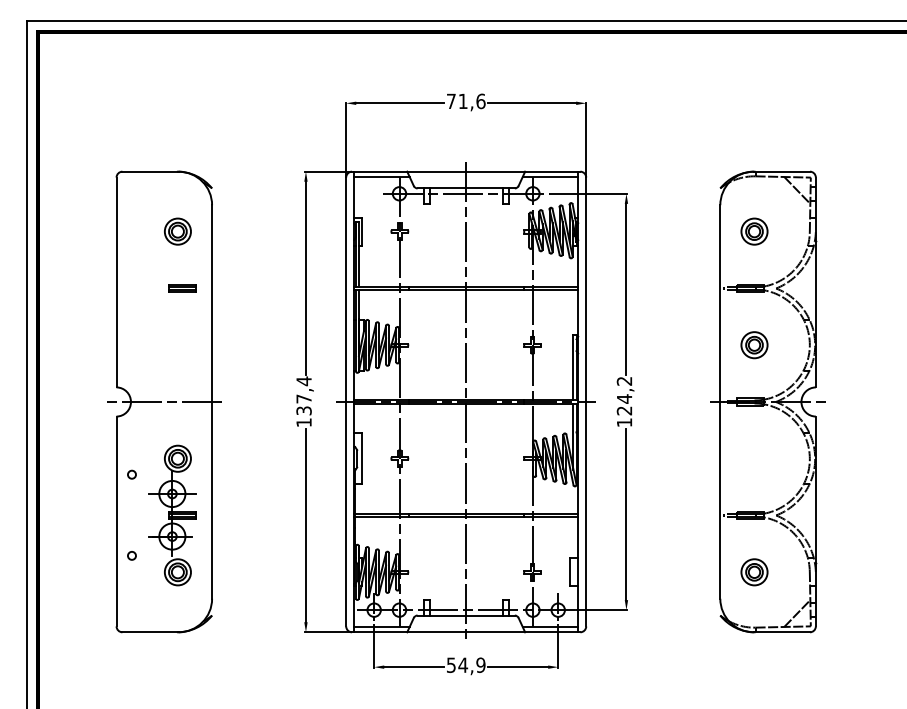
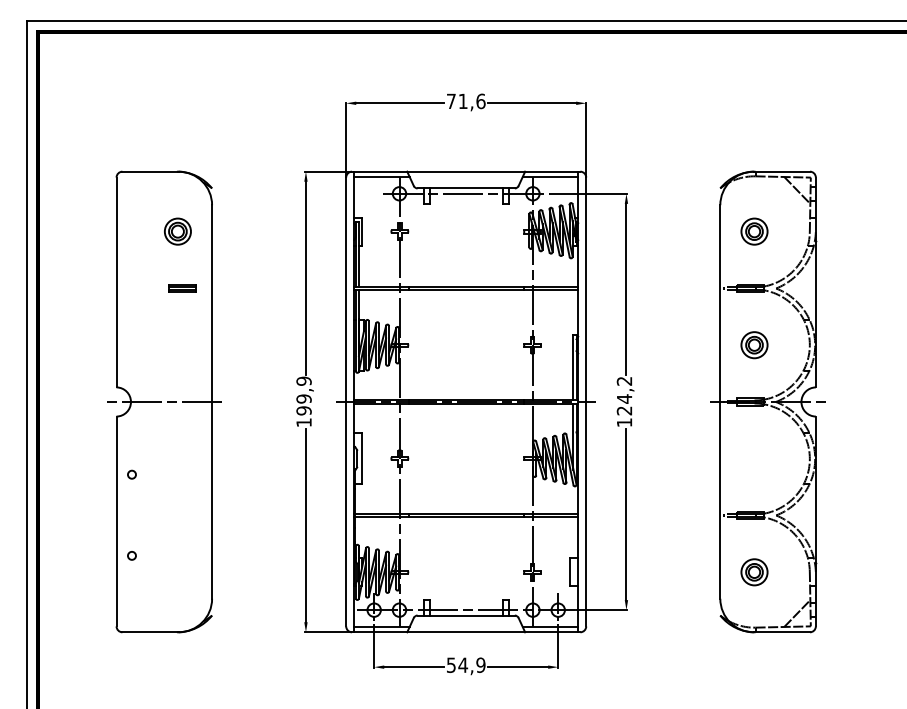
text at (303, 395): 137,4 -> 199,9
line at (466, 401): present -> none
part at (172, 515): present -> none
